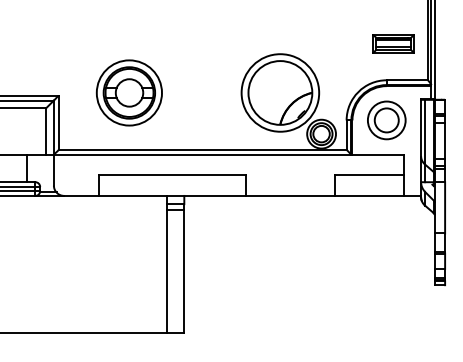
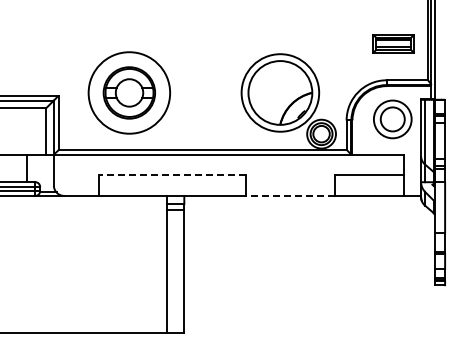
circle at (129, 92) diameter: 65 px -> 82 px
part at (386, 120) position: (386, 120) -> (392, 119)
line at (172, 175): solid -> dashed
line at (290, 195): solid -> dashed
